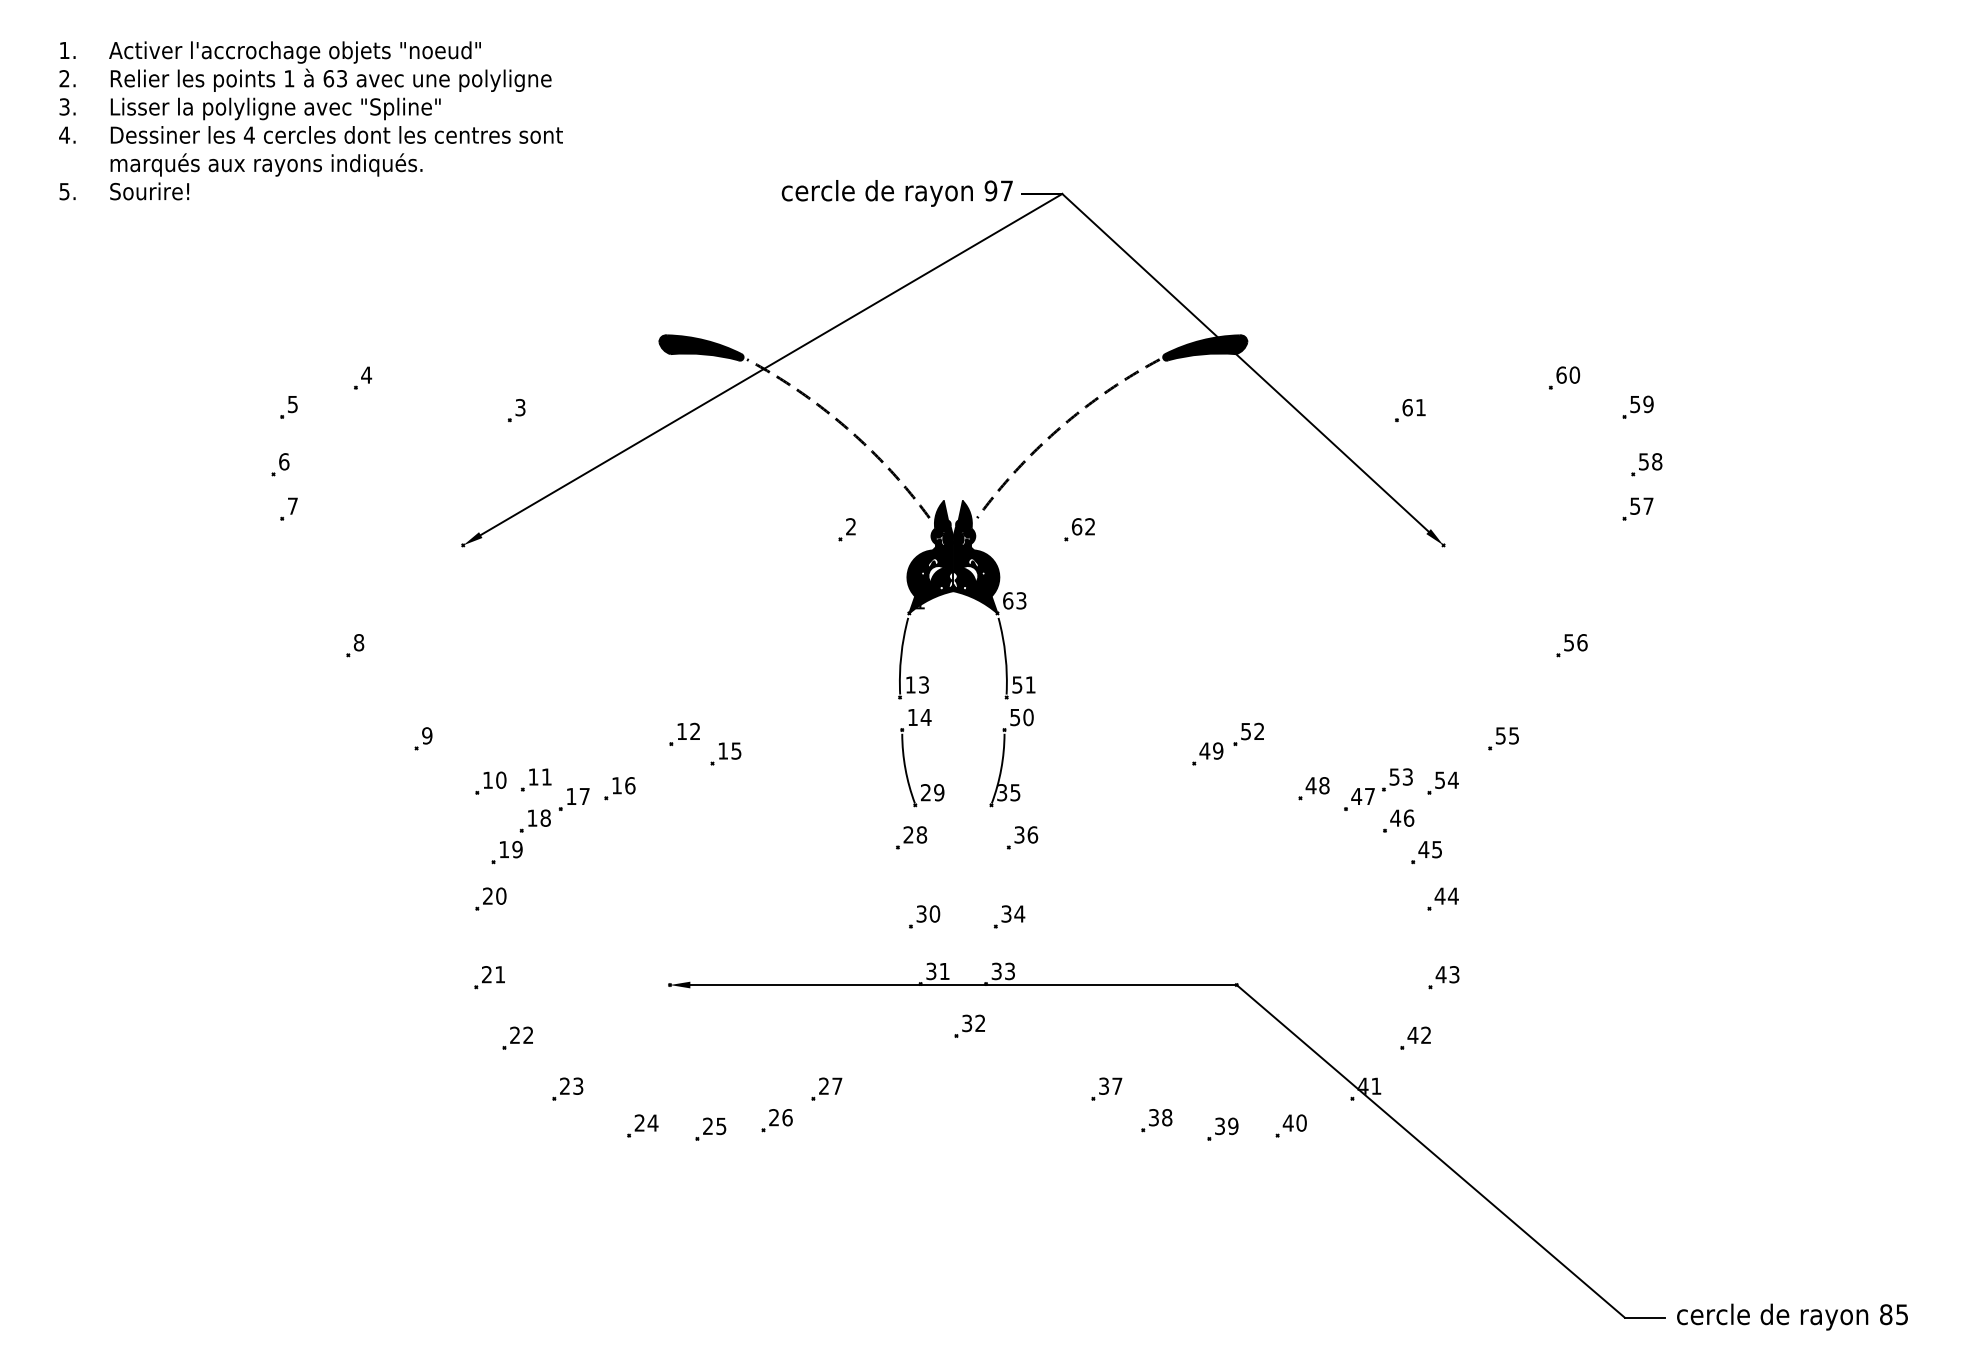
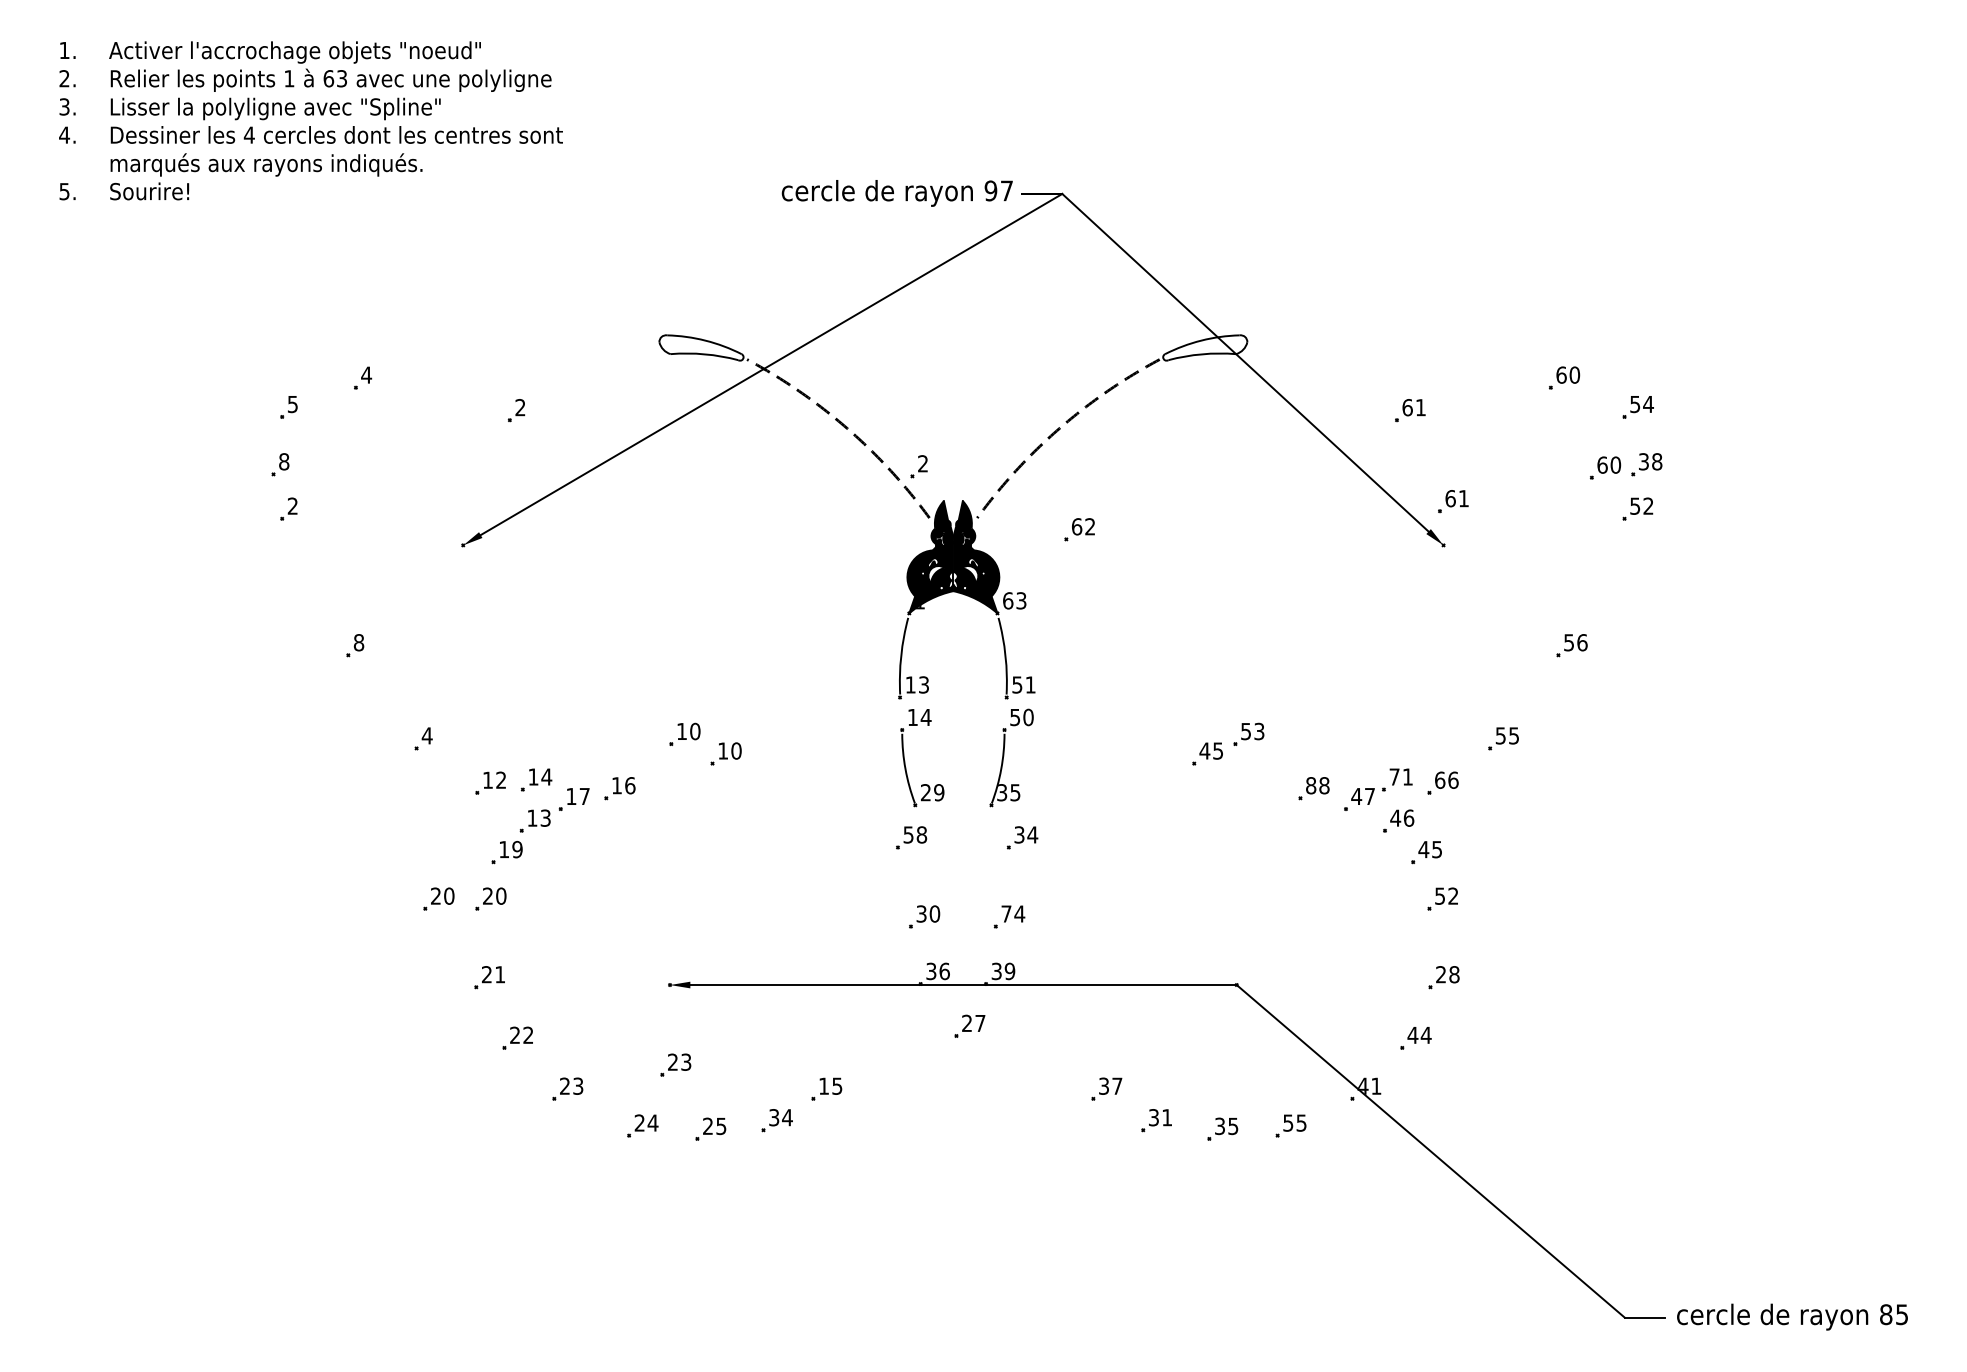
fill at (701, 347): present -> none
fill at (1205, 347): present -> none
text at (1648, 404): 59 -> 54
text at (520, 407): 3 -> 2
text at (284, 461): 6 -> 8
text at (1643, 461): 58 -> 38
part at (1605, 467): none -> present
part at (1453, 501): none -> present
text at (292, 505): 7 -> 2
text at (1648, 505): 57 -> 52
part at (846, 529) position: (846, 529) -> (918, 466)
text at (695, 731): 12 -> 10
text at (1259, 731): 52 -> 53
text at (426, 735): 9 -> 4
text at (736, 750): 15 -> 10
text at (1218, 750): 49 -> 45
text at (546, 776): 11 -> 14
text at (1400, 776): 53 -> 71
text at (501, 779): 10 -> 12
text at (1446, 779): 54 -> 66
text at (1310, 785): 48 -> 88
text at (545, 817): 18 -> 13
text at (908, 834): 28 -> 58
text at (1032, 834): 36 -> 34
text at (1446, 895): 44 -> 52
part at (438, 898): none -> present
text at (1006, 913): 34 -> 74
text at (1009, 970): 33 -> 39
text at (944, 971): 31 -> 36
text at (1447, 974): 43 -> 28
text at (973, 1023): 32 -> 27
text at (1425, 1034): 42 -> 44
part at (675, 1064): none -> present
text at (830, 1085): 27 -> 15
text at (780, 1117): 26 -> 34
text at (1167, 1117): 38 -> 31
text at (1294, 1122): 40 -> 55
text at (1233, 1125): 39 -> 35
